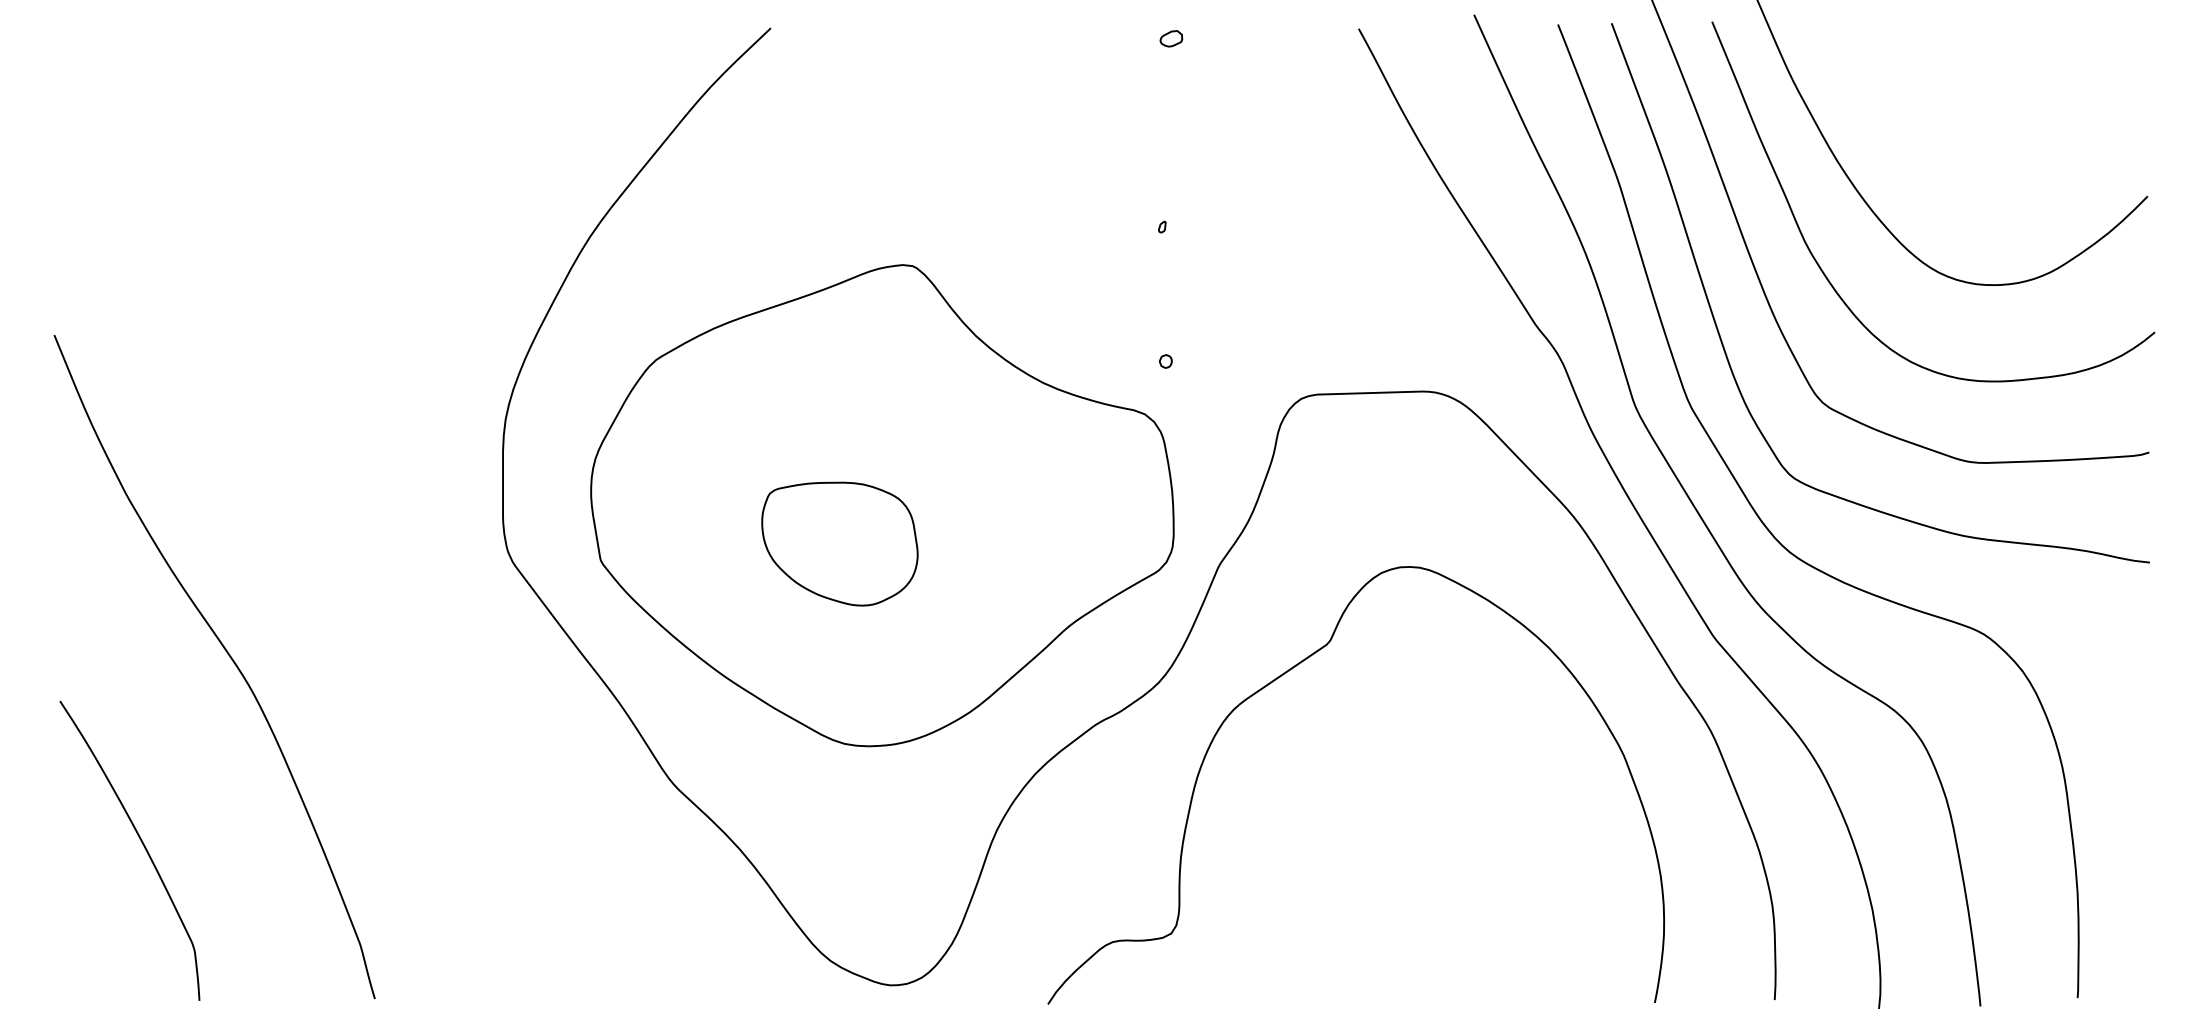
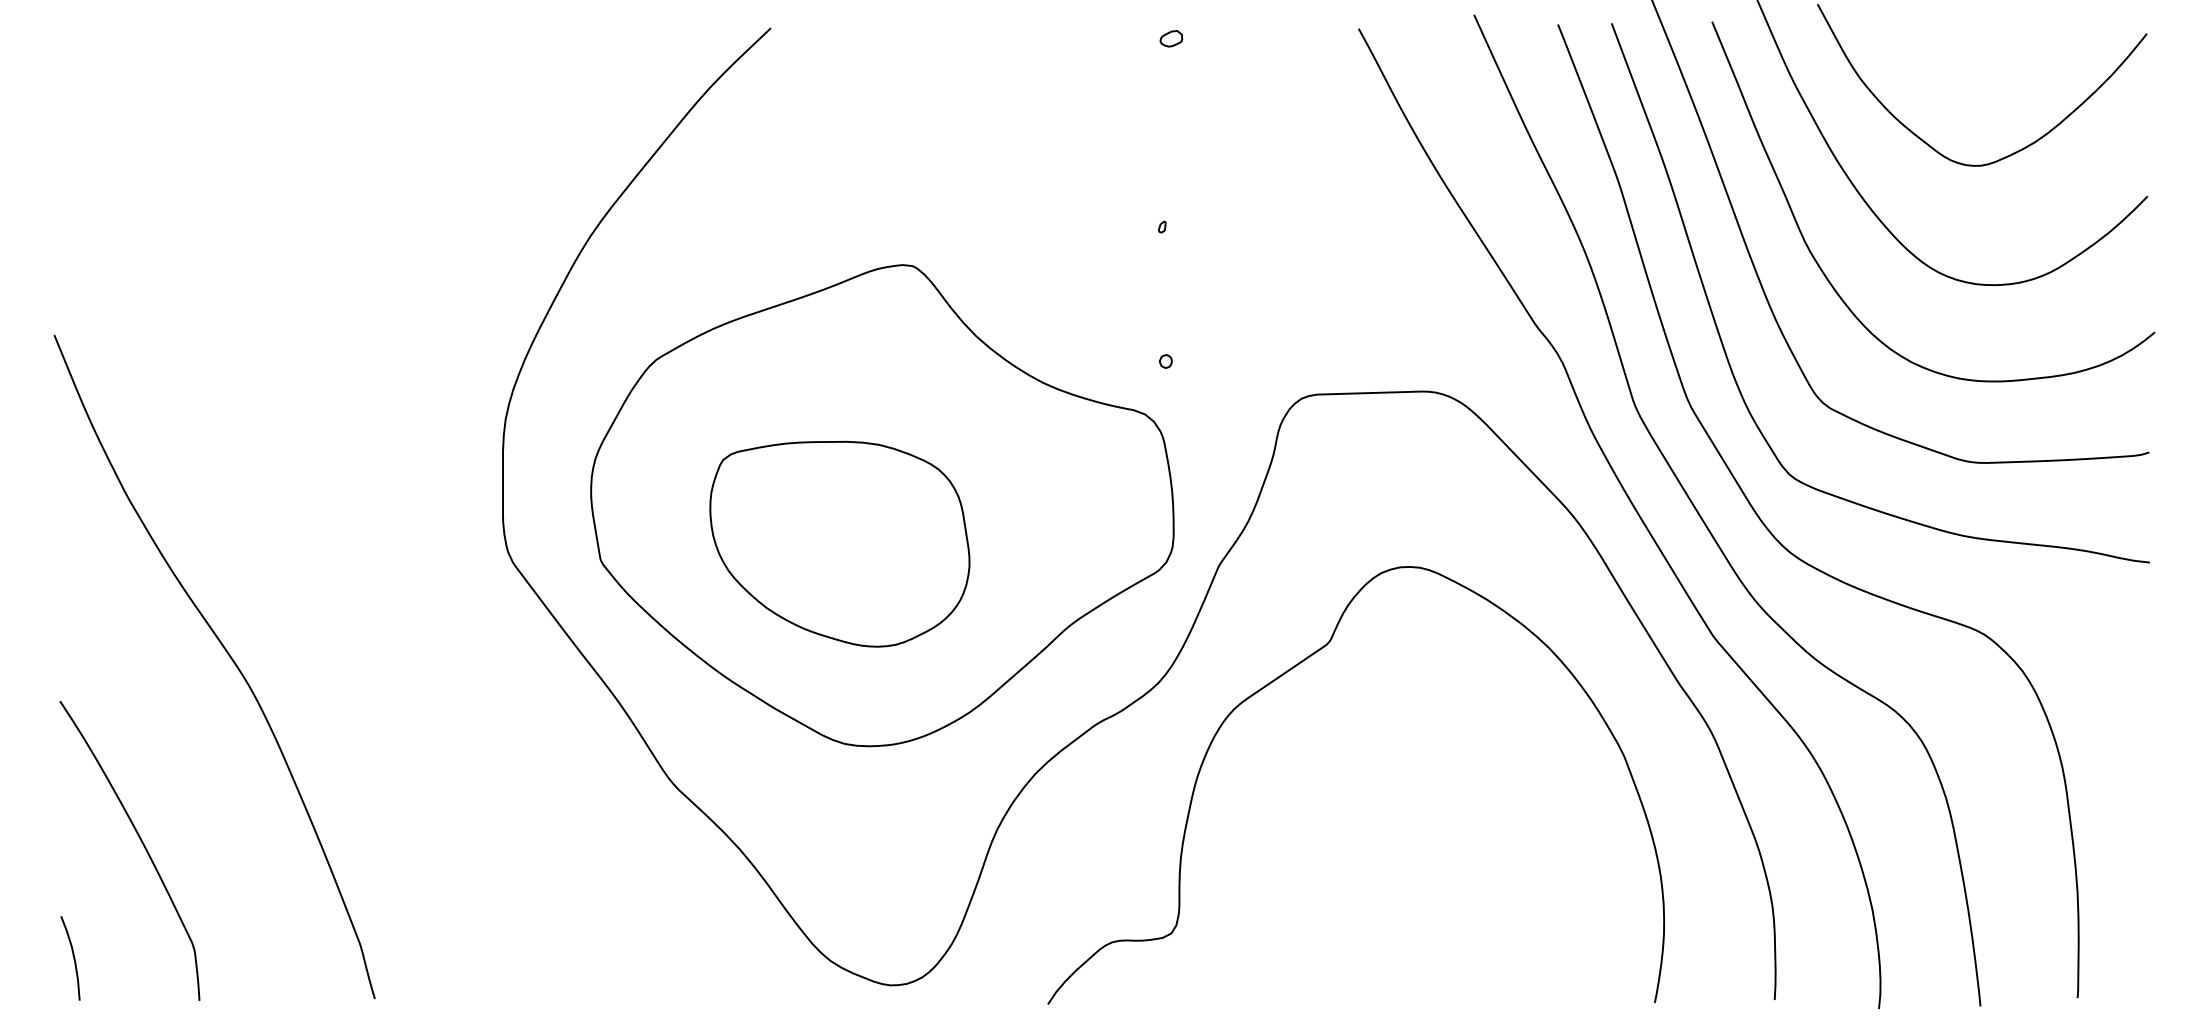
curve at (2015, 151): none -> present
part at (839, 543) size: 158x126 px -> 262x208 px
curve at (73, 958): none -> present
